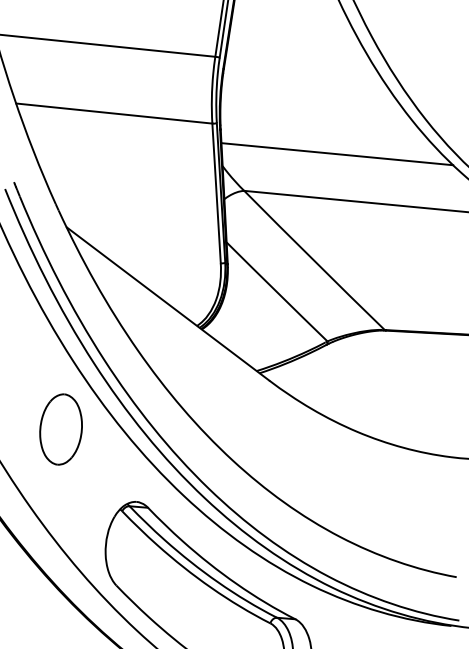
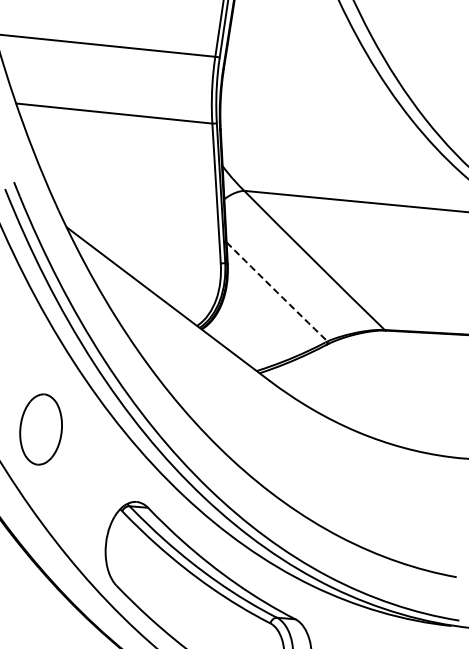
line at (337, 154): present -> none
arc at (276, 292): solid -> dashed
part at (60, 429) position: (60, 429) -> (40, 429)
